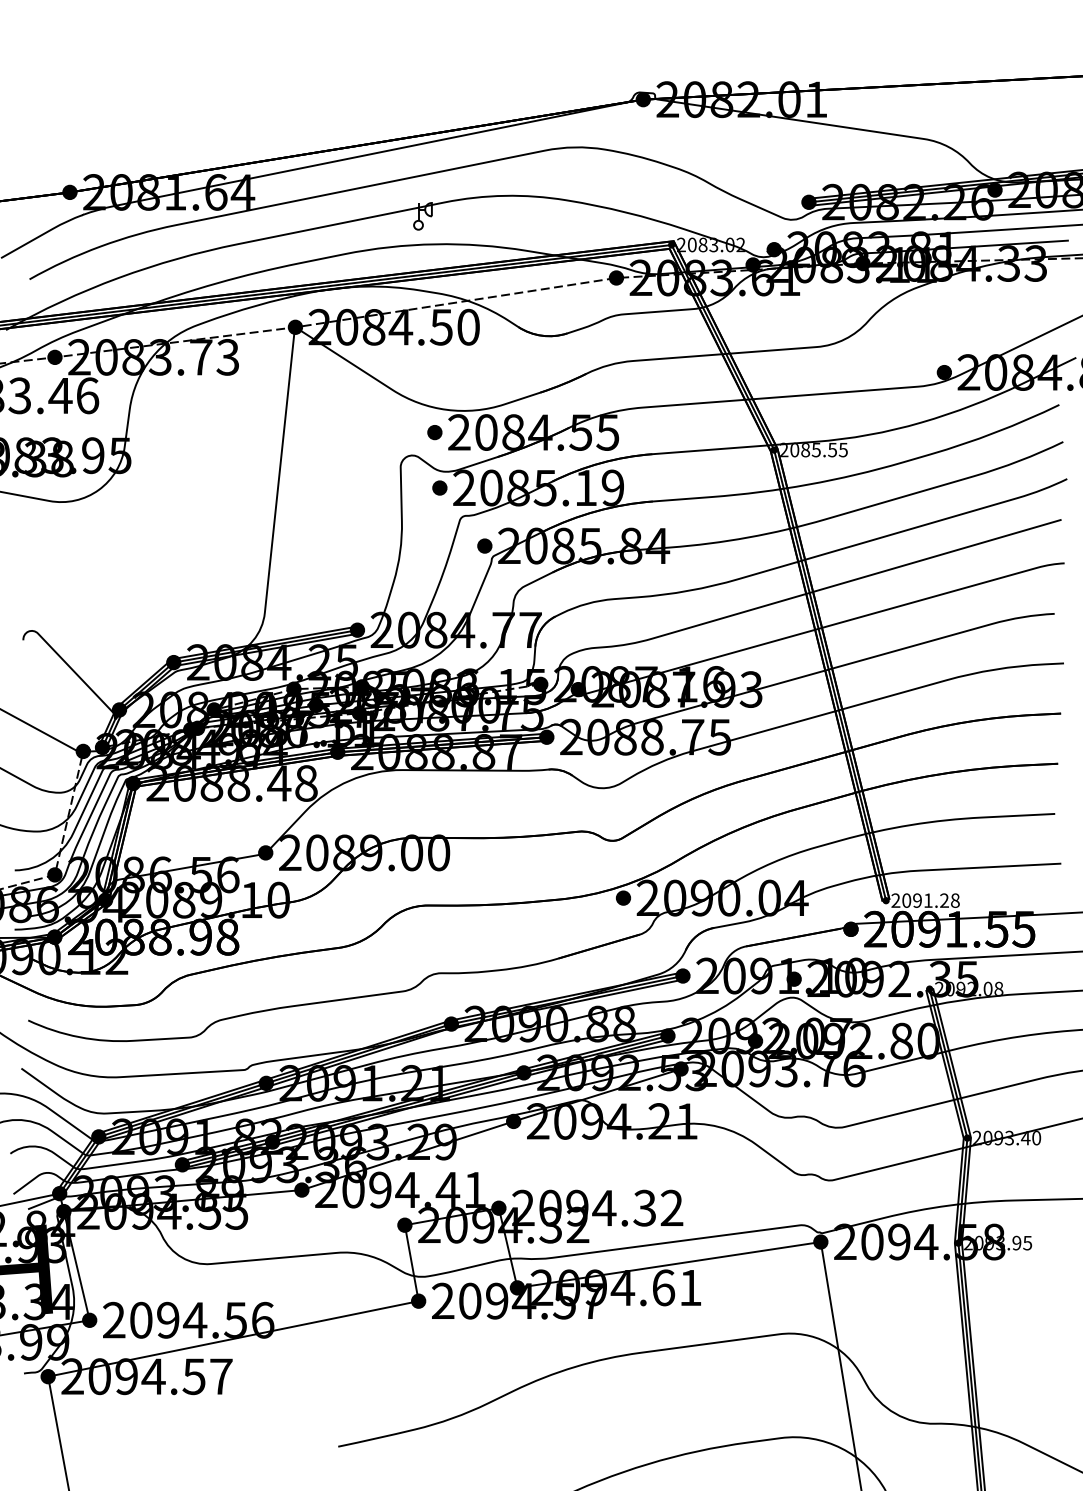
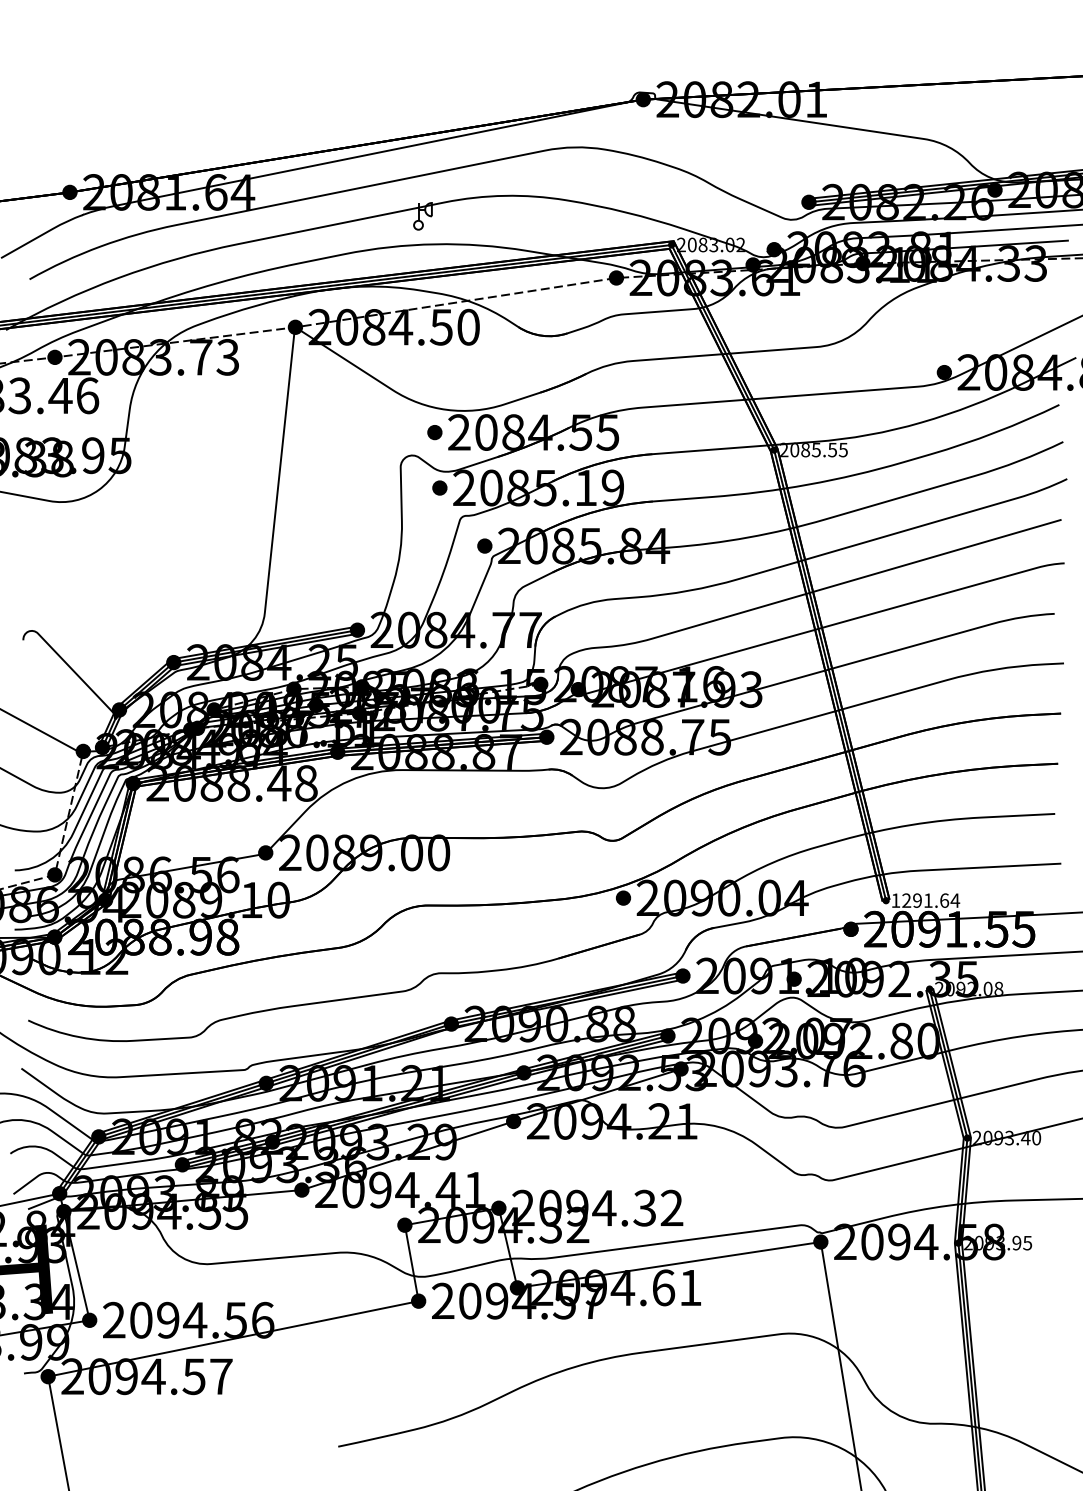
text at (925, 900): 2091.28 -> 1291.64
